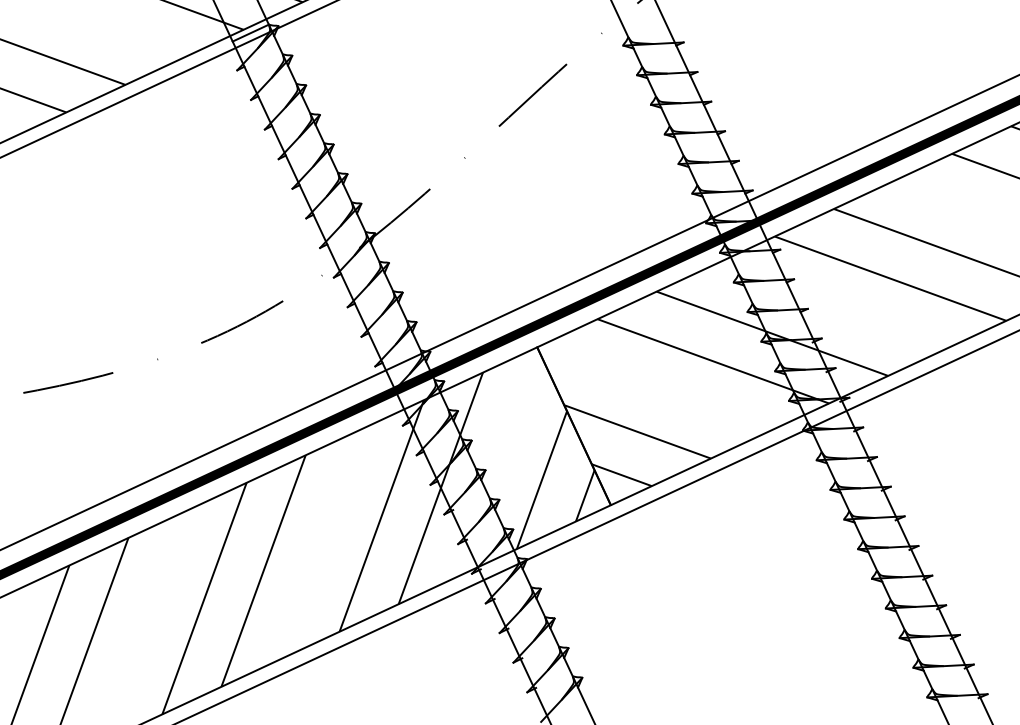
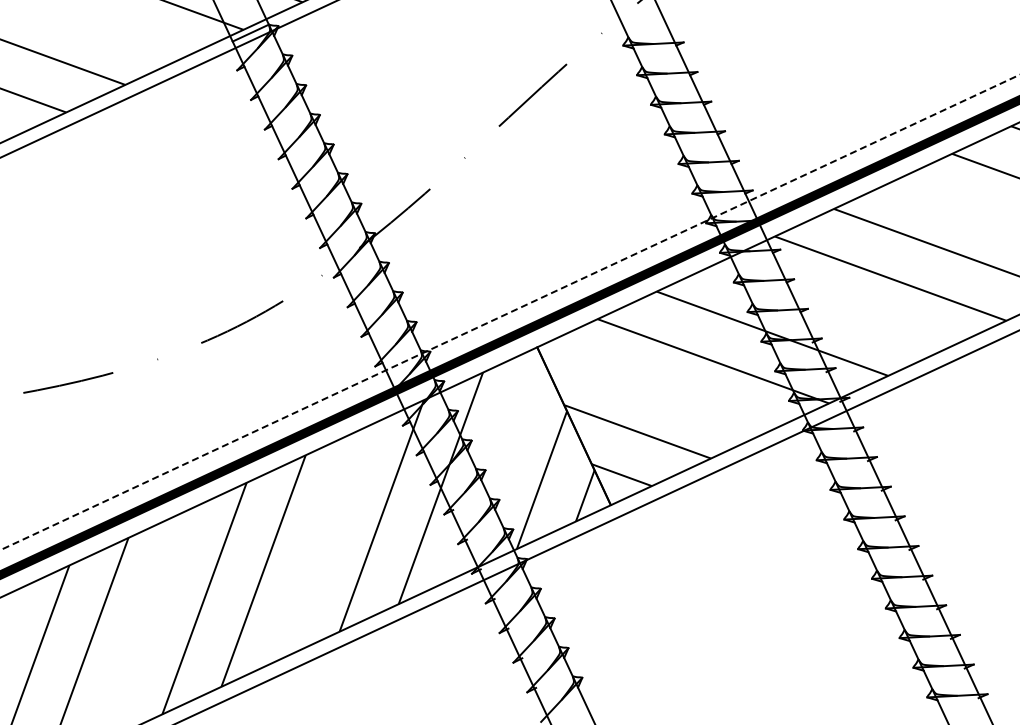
line at (509, 312): solid -> dashed
